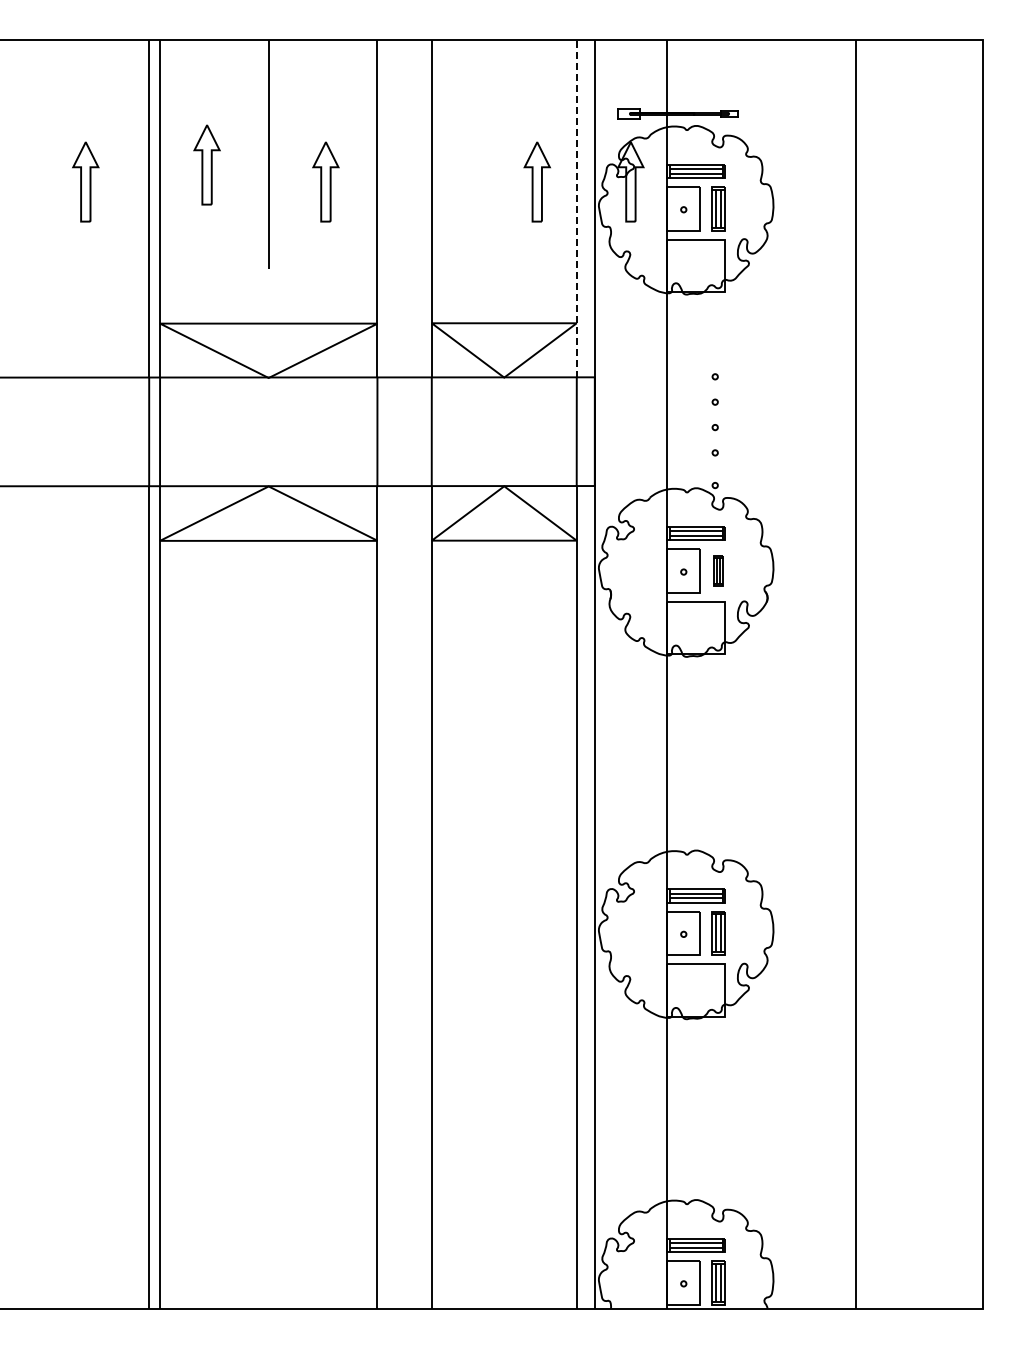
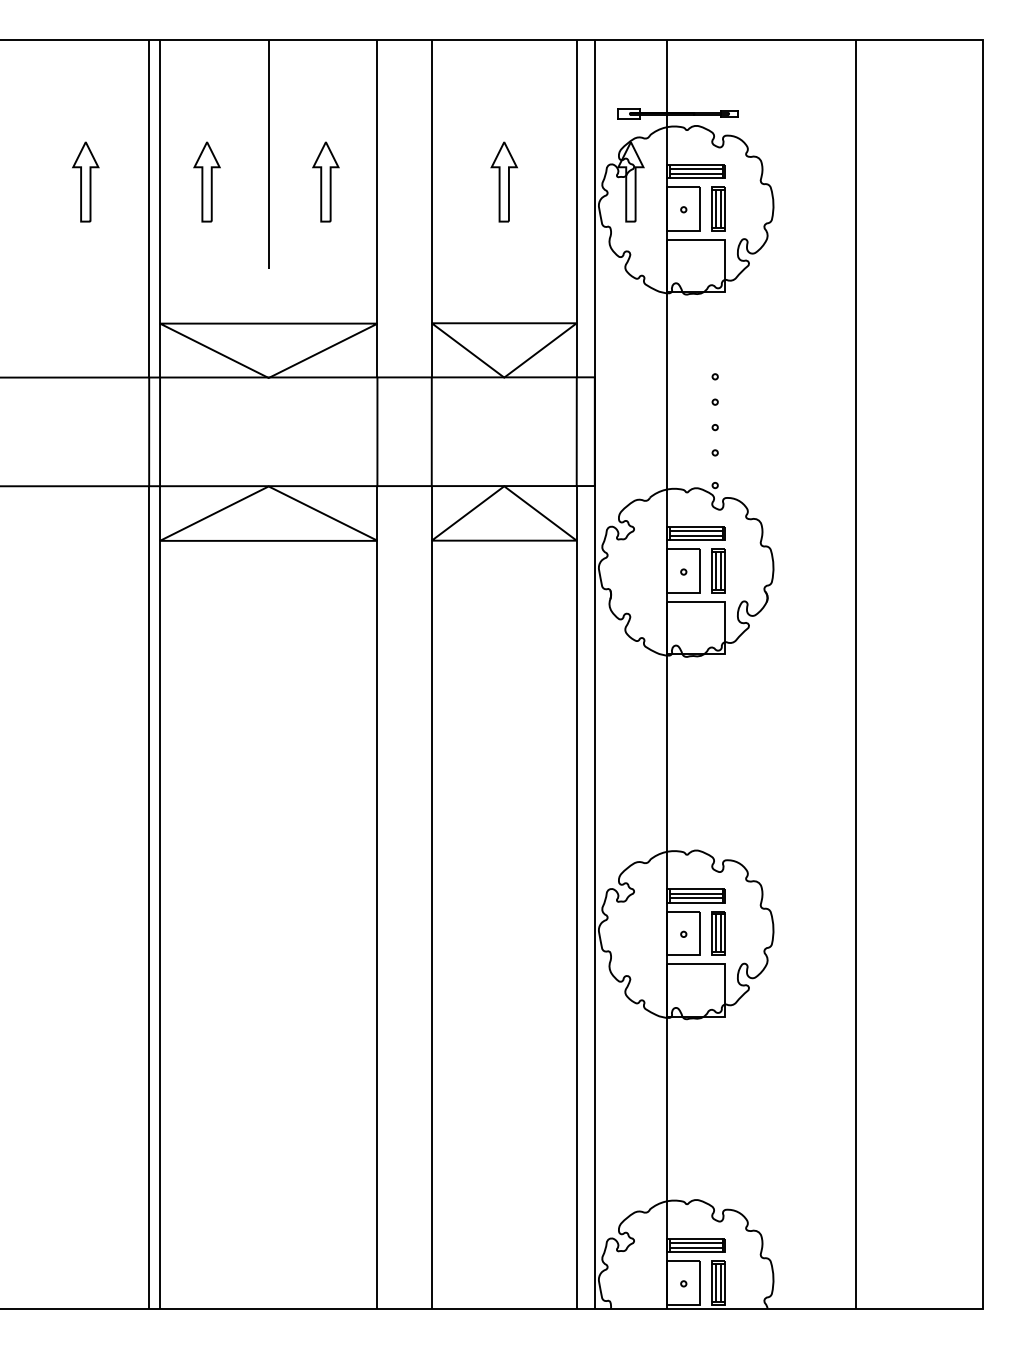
part at (206, 164) position: (206, 164) -> (206, 181)
part at (536, 181) position: (536, 181) -> (503, 181)
line at (576, 209): dashed -> solid
part at (718, 570) size: 11x32 px -> 15x46 px
